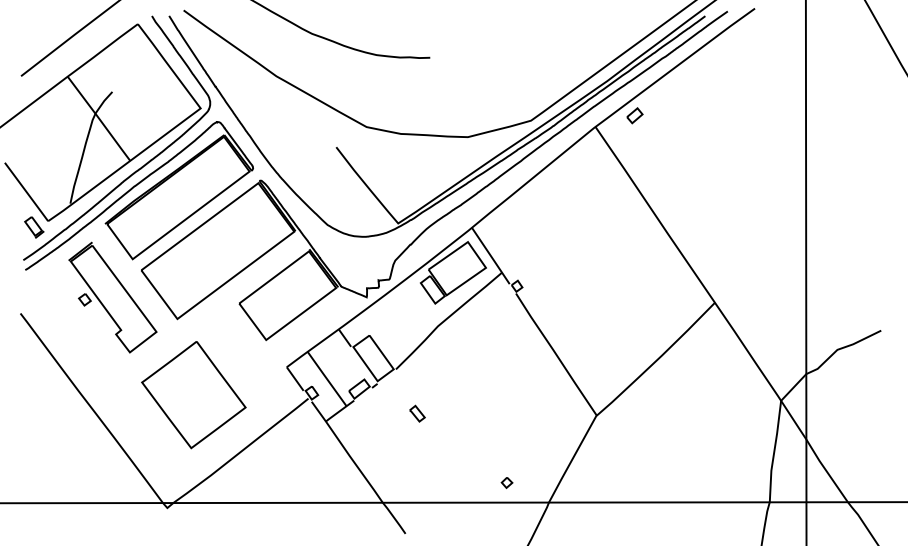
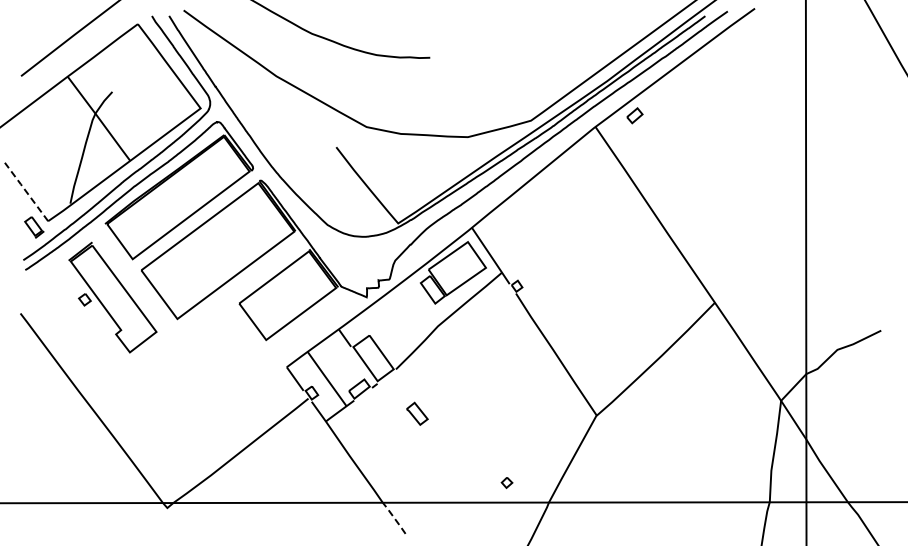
line at (26, 191): solid -> dashed
part at (193, 395): present -> none
part at (417, 413) size: 17x19 px -> 23x25 px
line at (394, 517): solid -> dashed
